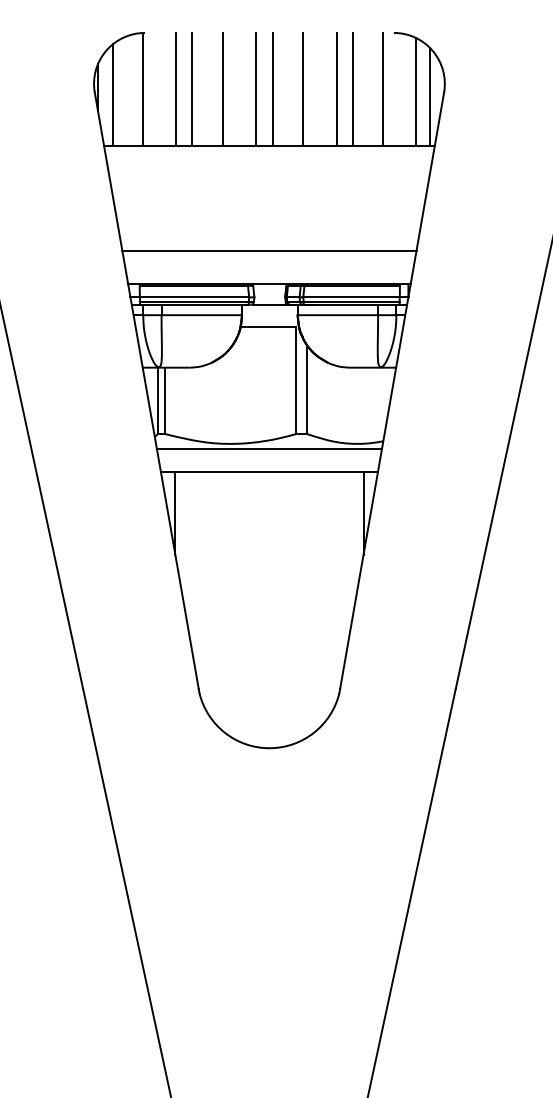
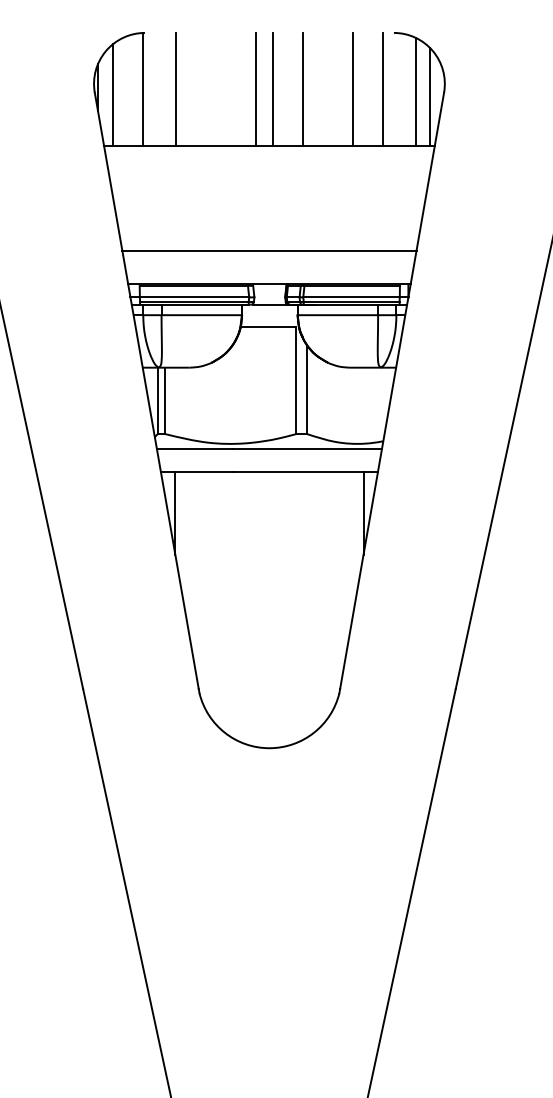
line at (192, 88): present -> none
line at (222, 88): present -> none
line at (336, 88): present -> none
